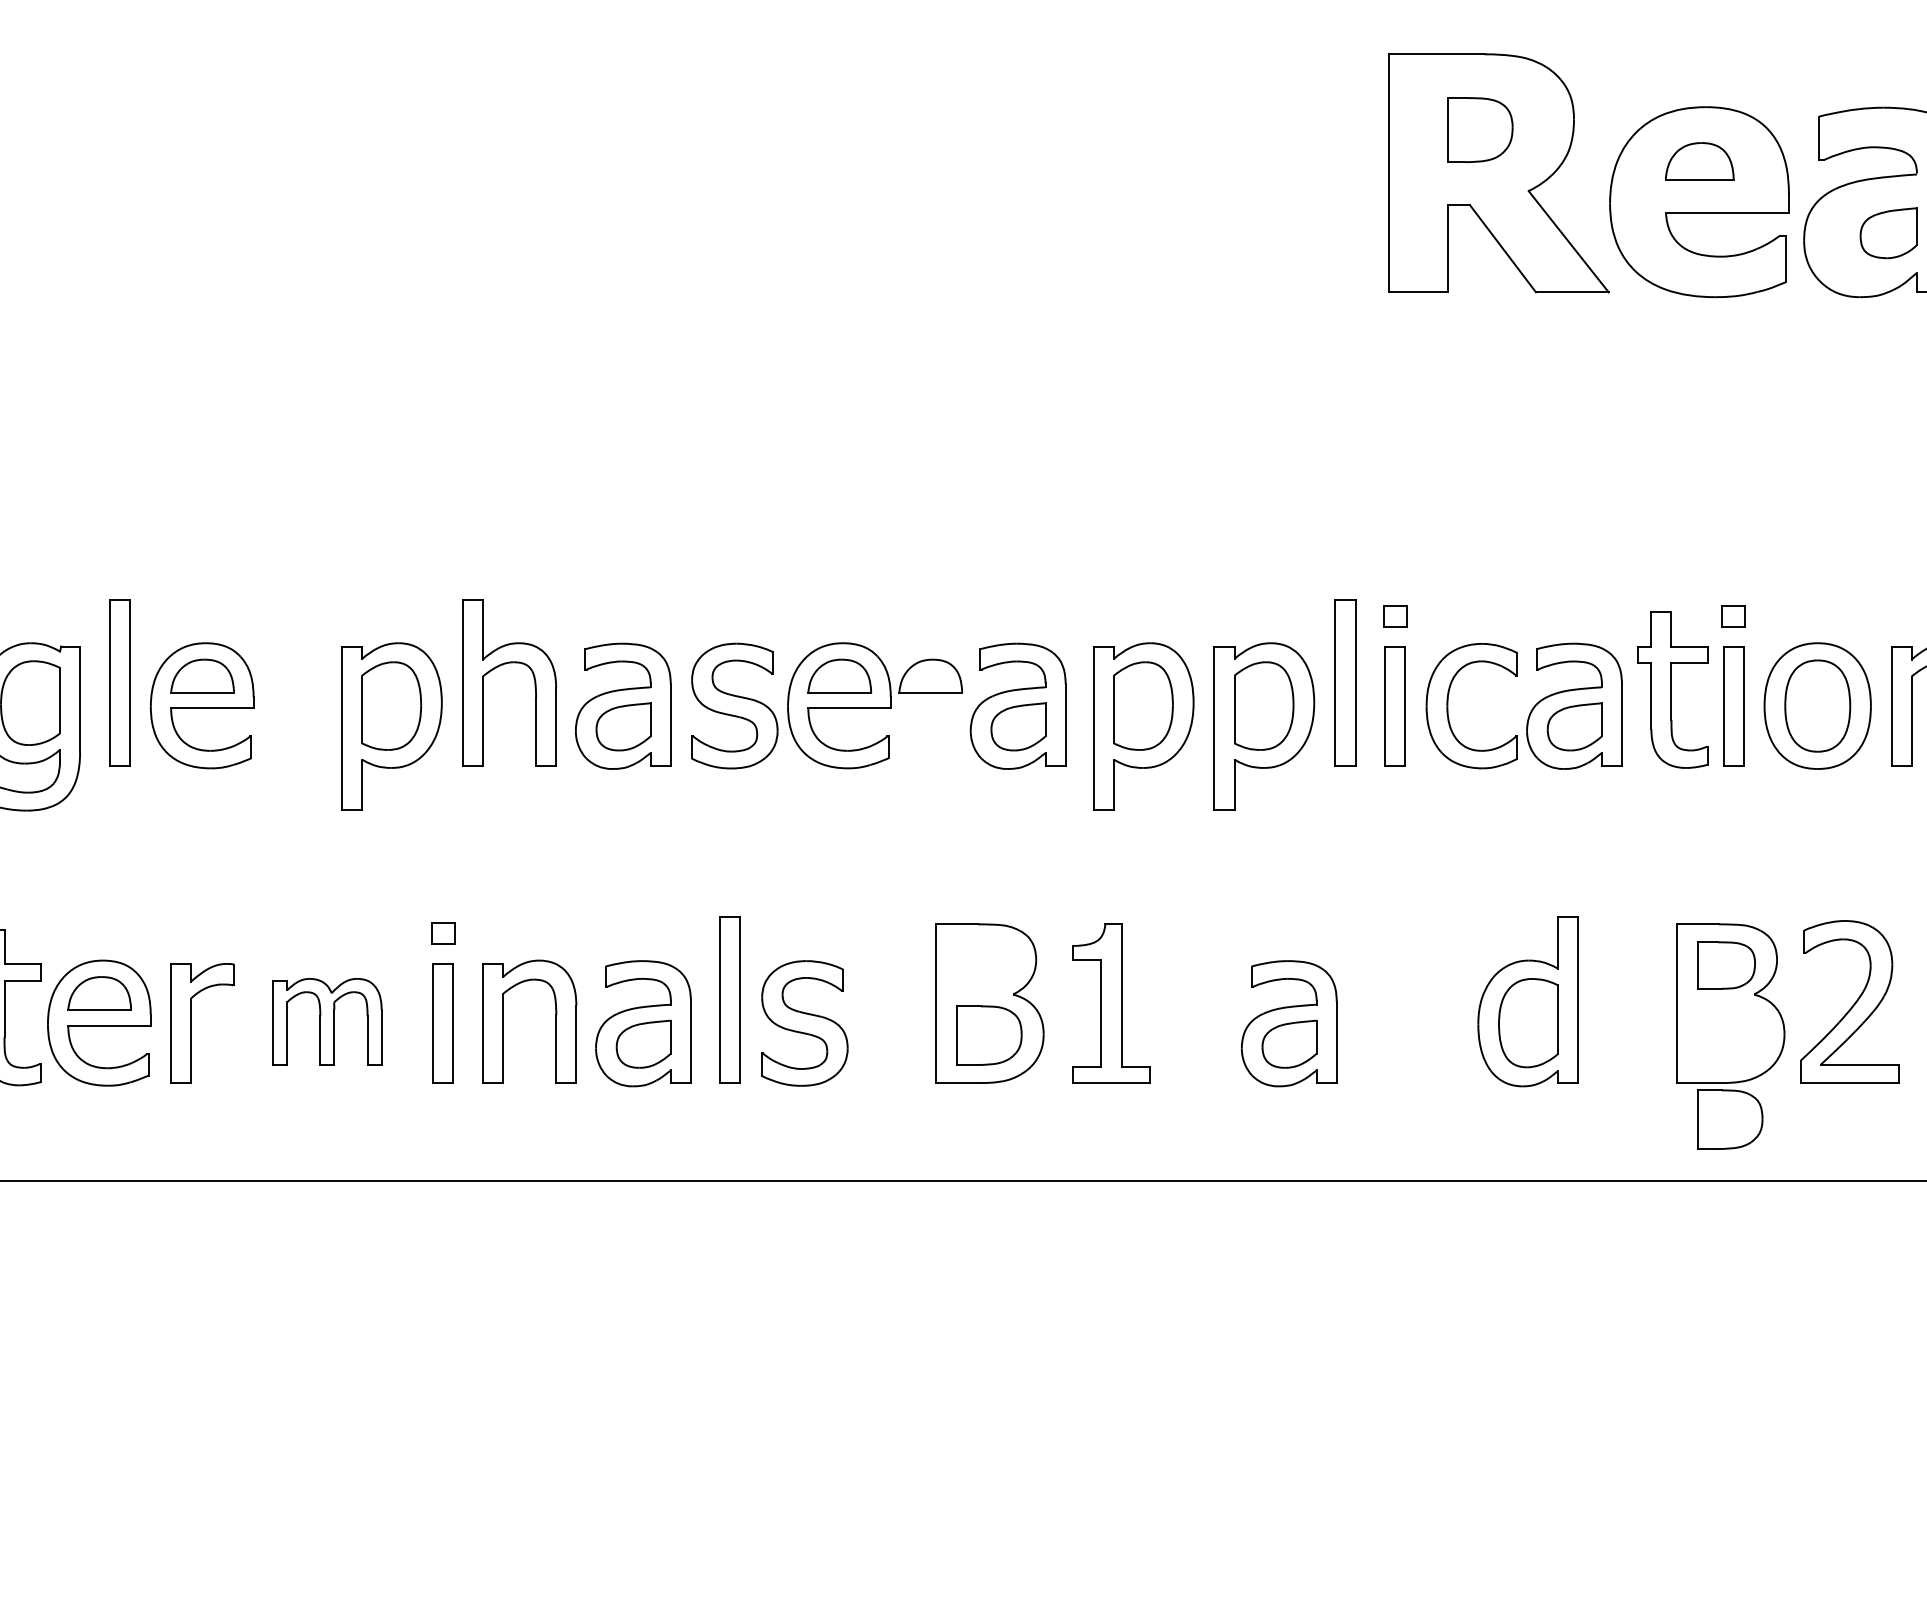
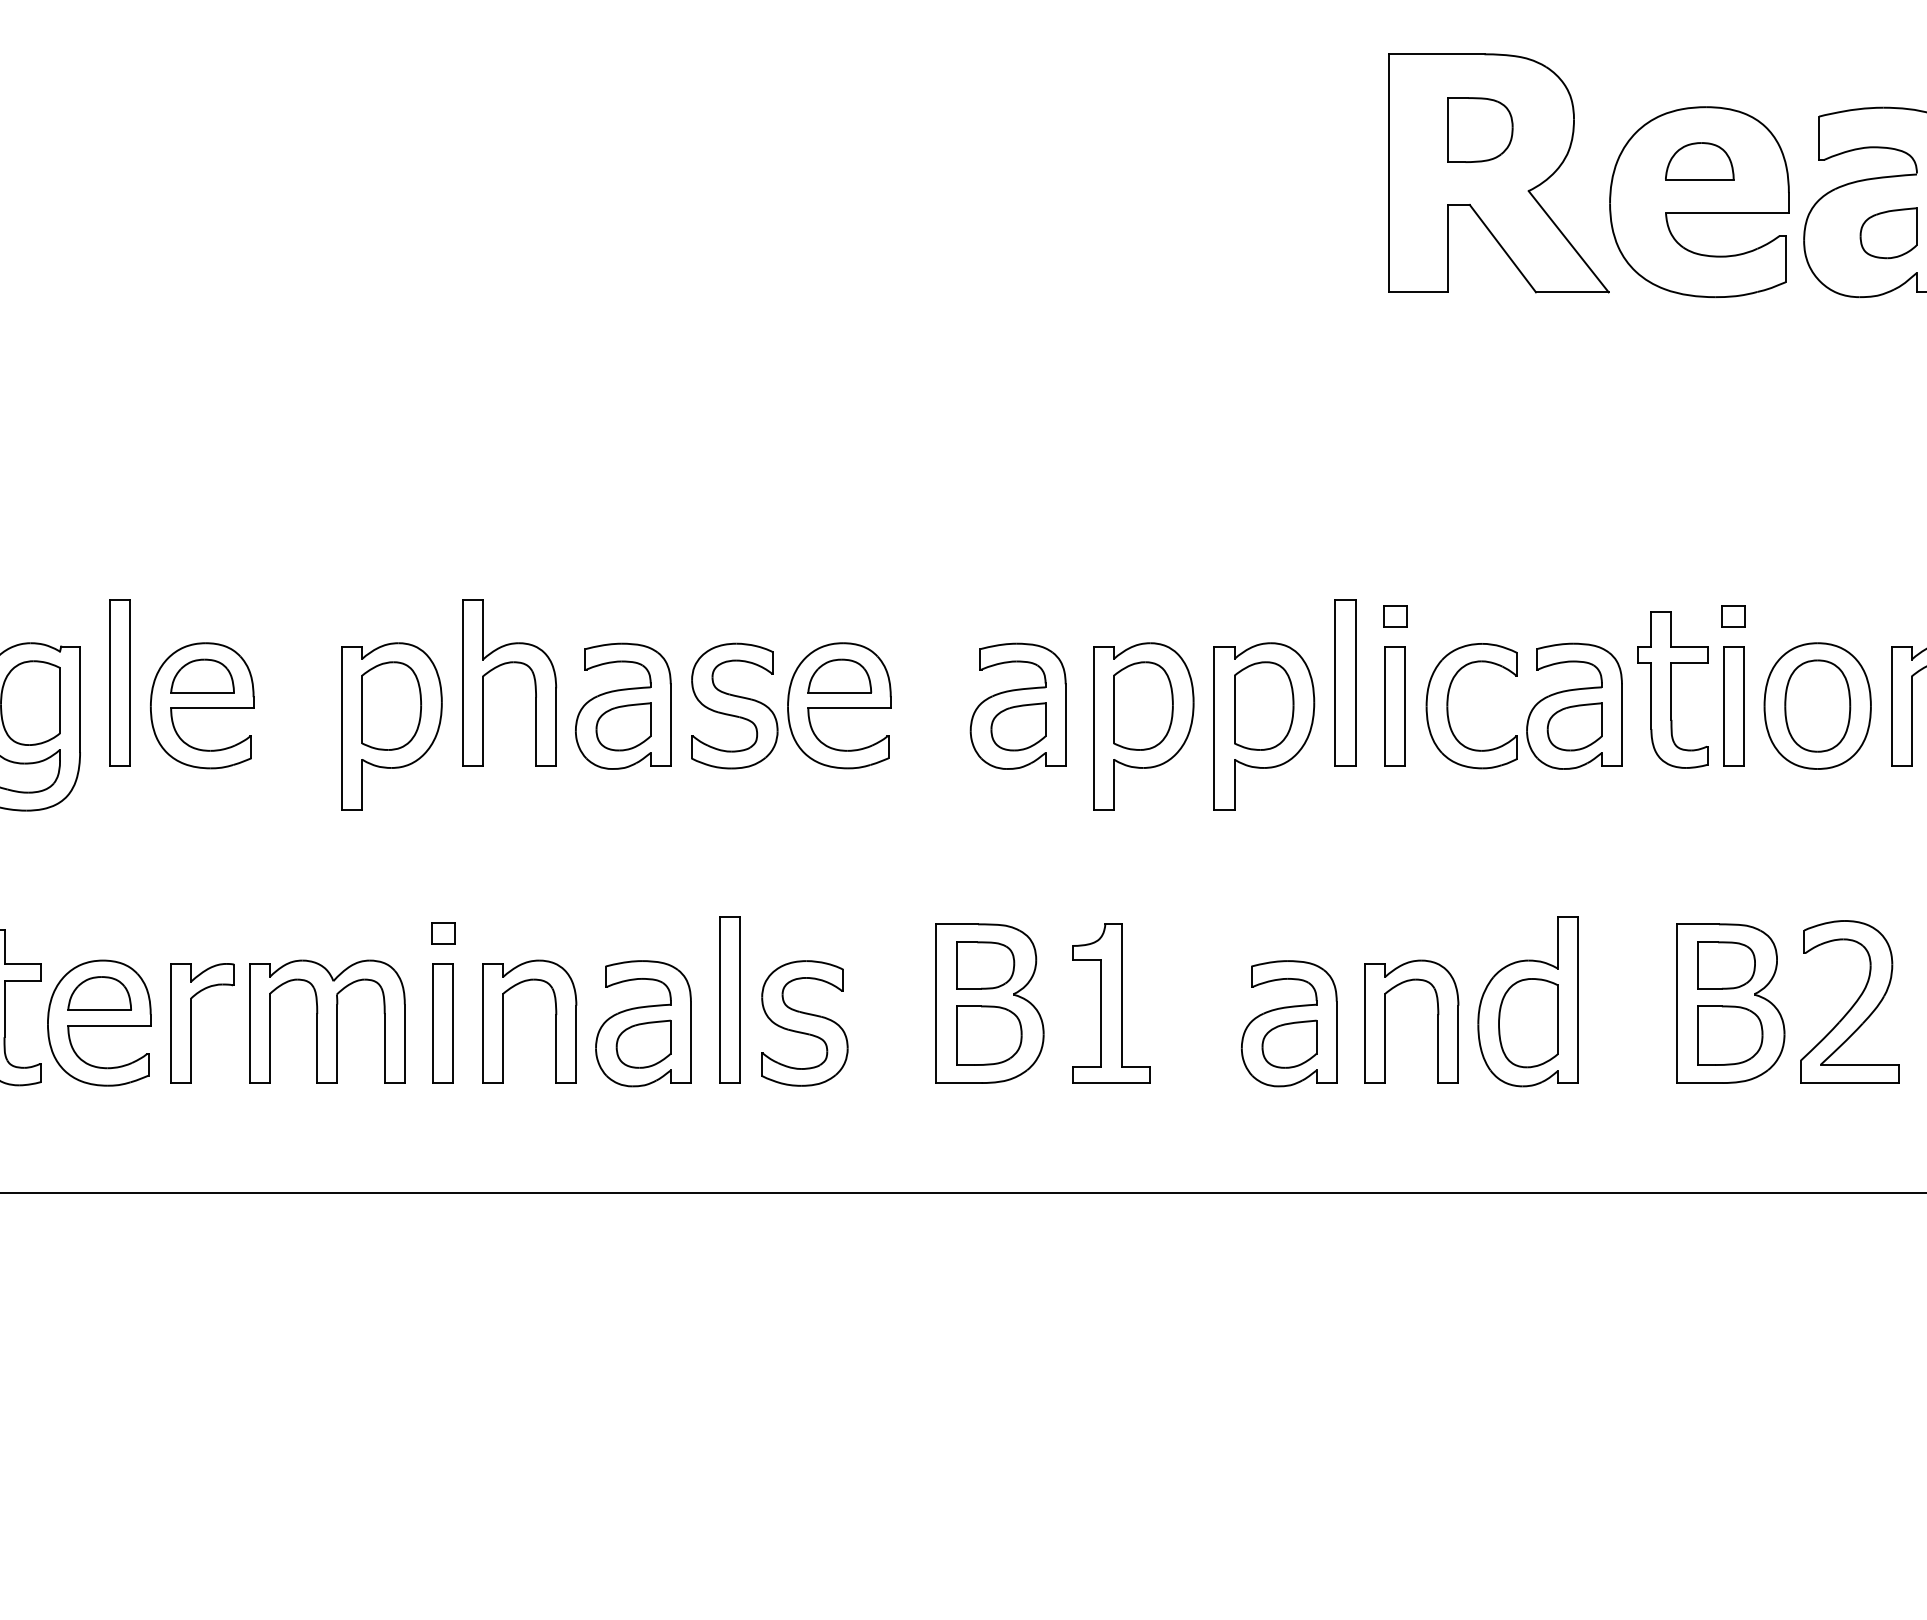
part at (930, 675): present -> none
part at (985, 965): none -> present
part at (327, 1021) size: 111x88 px -> 157x125 px
part at (1385, 1021): none -> present
part at (1730, 1119) position: (1730, 1119) -> (1730, 1035)
line at (962, 1181) position: (962, 1181) -> (962, 1193)
